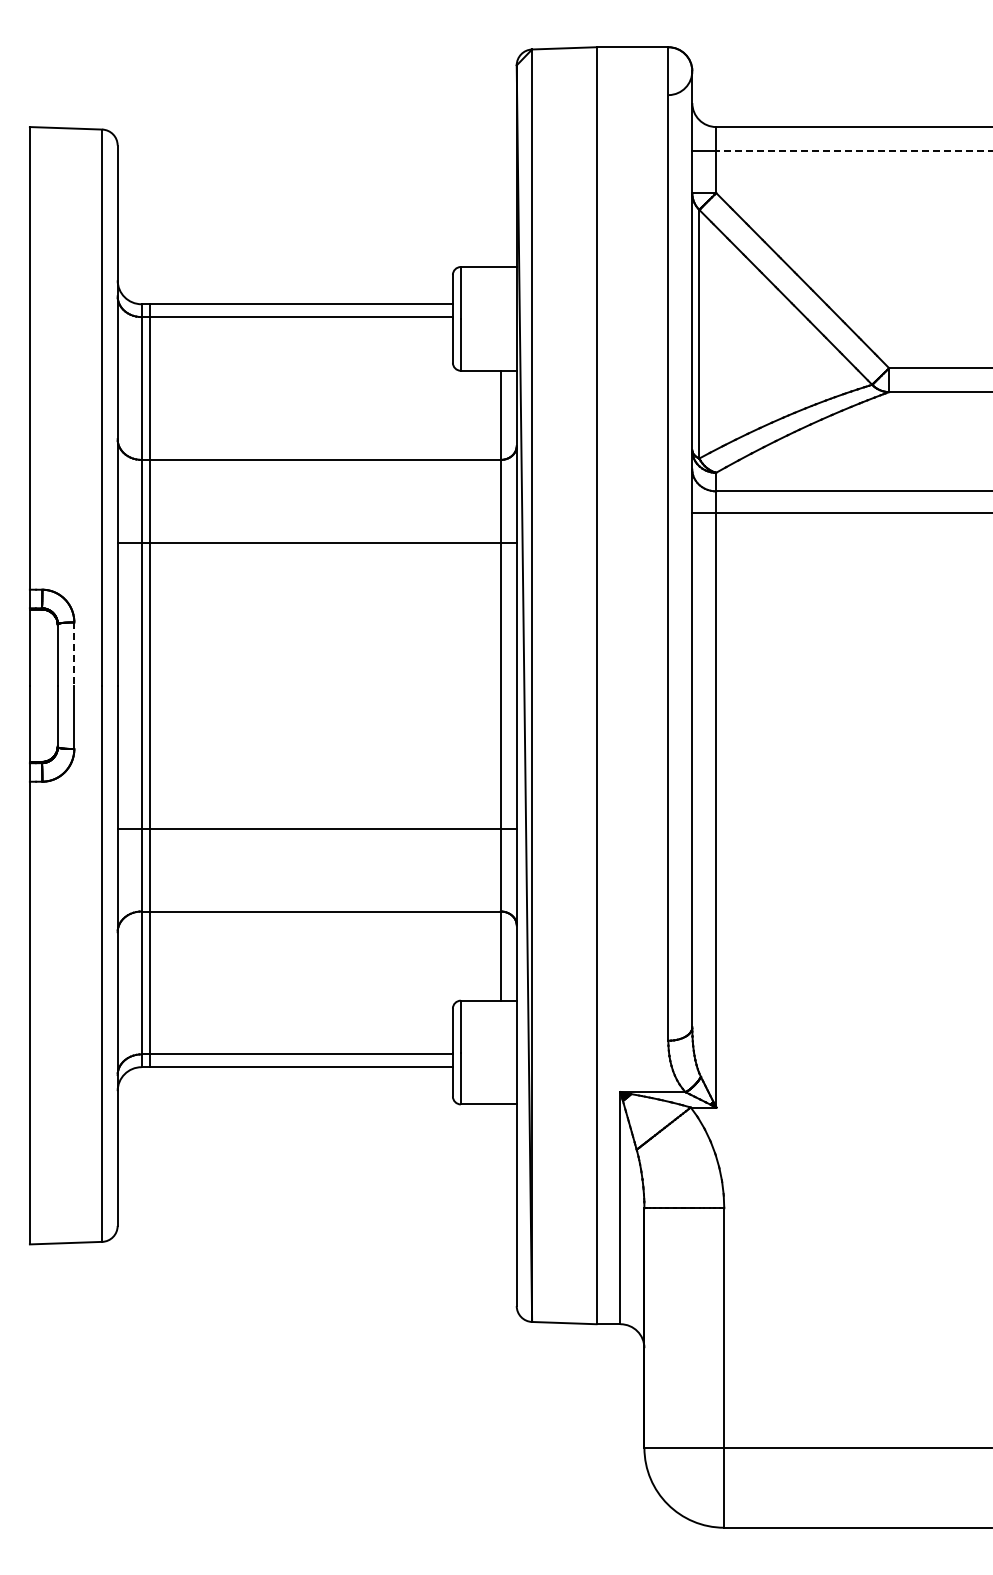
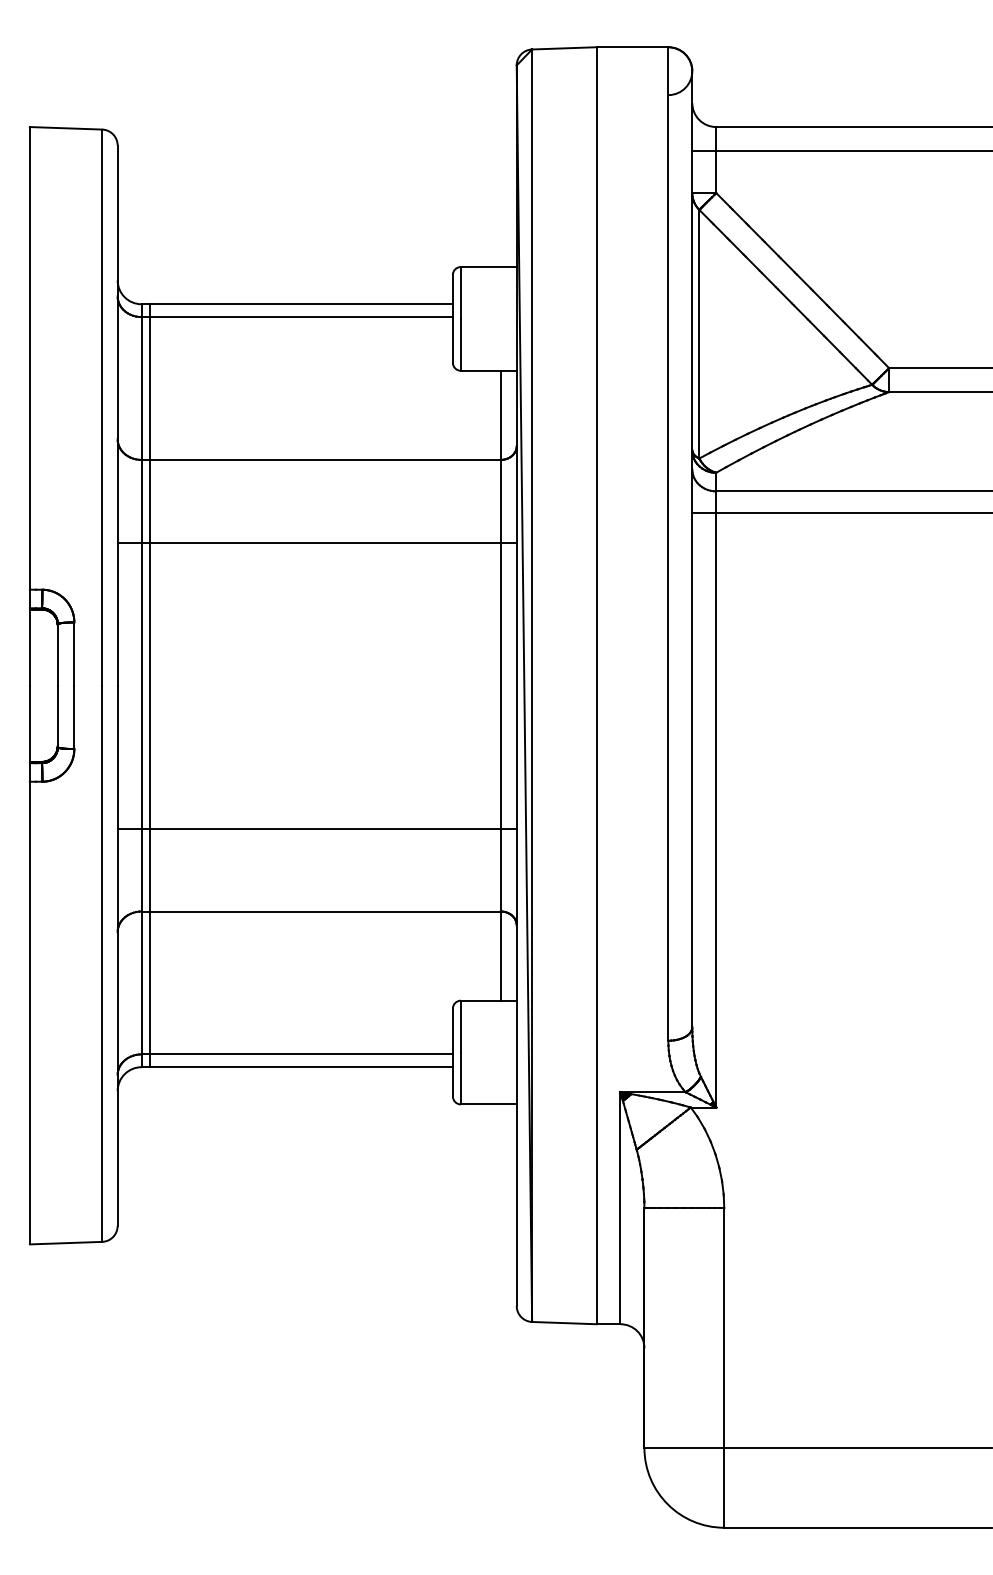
line at (853, 151): dashed -> solid
line at (74, 654): dashed -> solid
